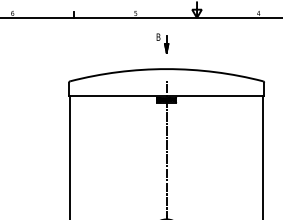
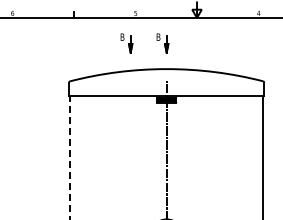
part at (126, 43): none -> present
line at (69, 157): solid -> dashed
